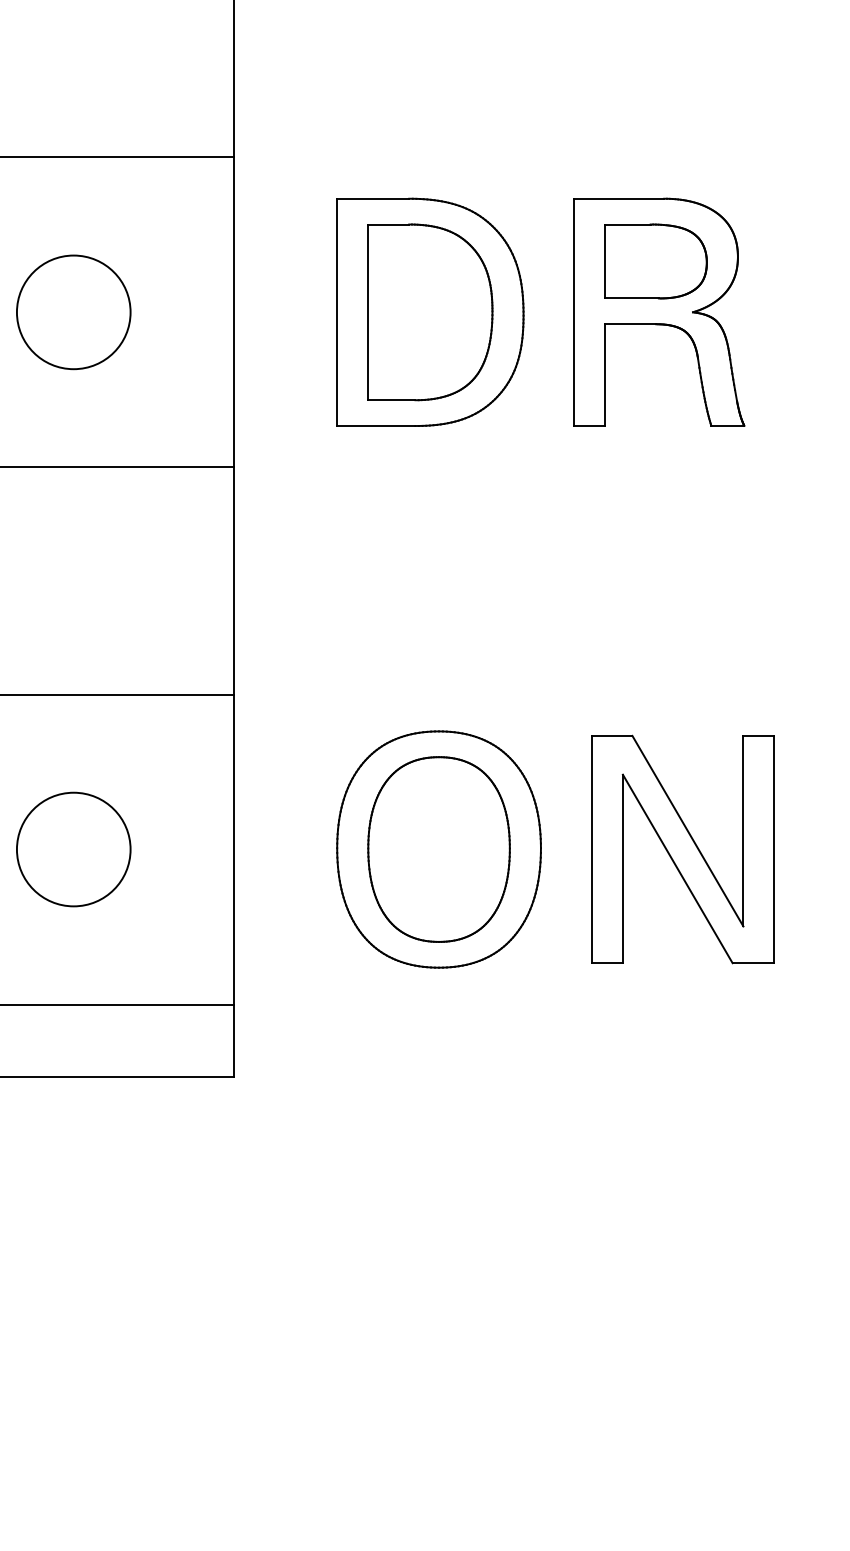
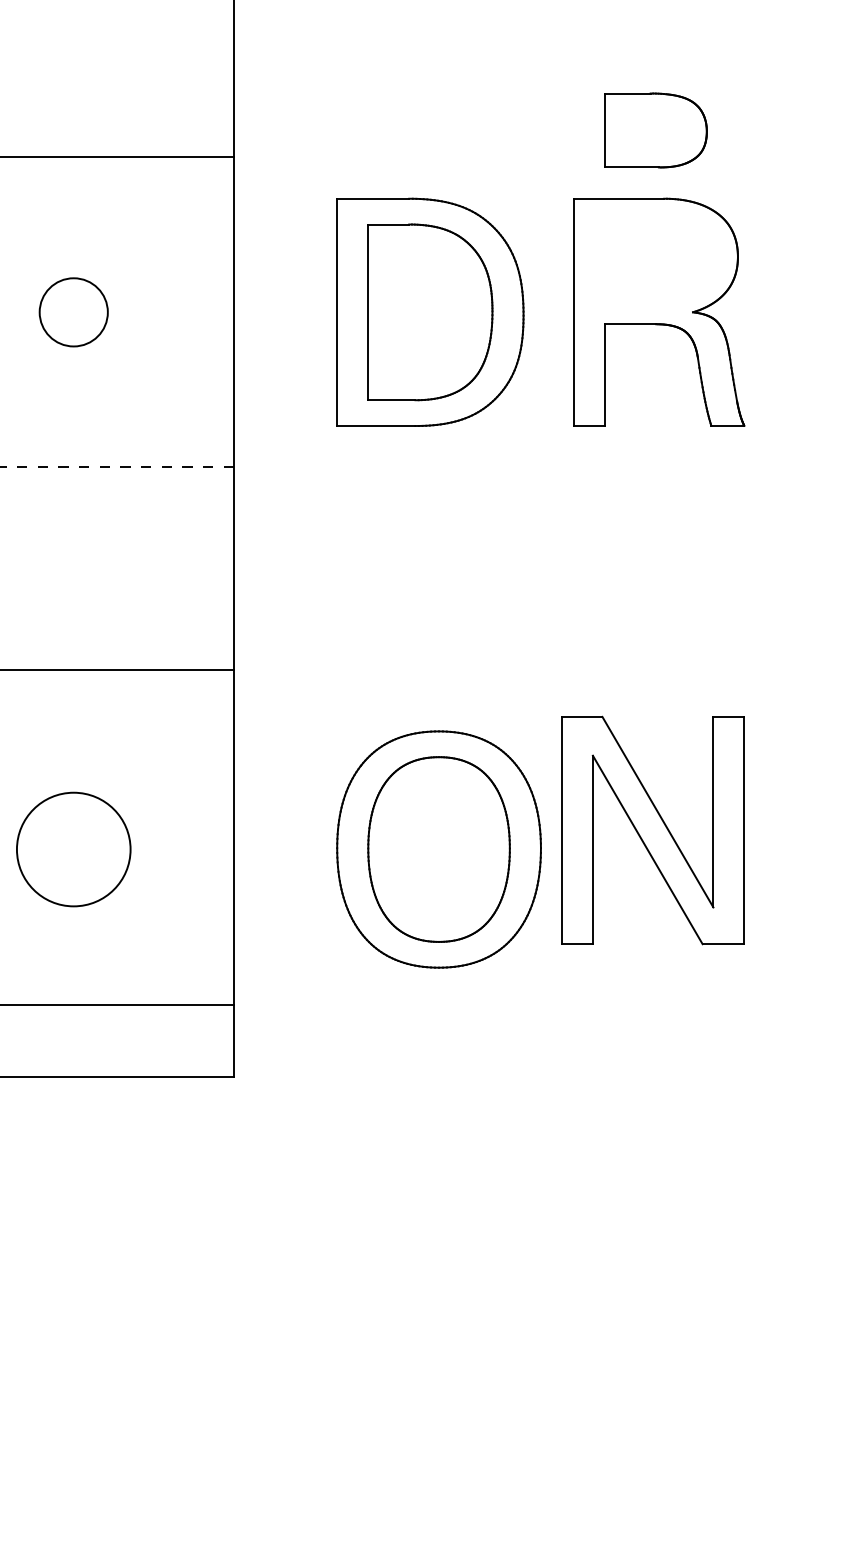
part at (655, 261) position: (655, 261) -> (655, 130)
circle at (73, 312) diameter: 114 px -> 68 px
line at (117, 467): solid -> dashed
line at (117, 694) position: (117, 694) -> (117, 669)
part at (682, 849) position: (682, 849) -> (652, 830)
